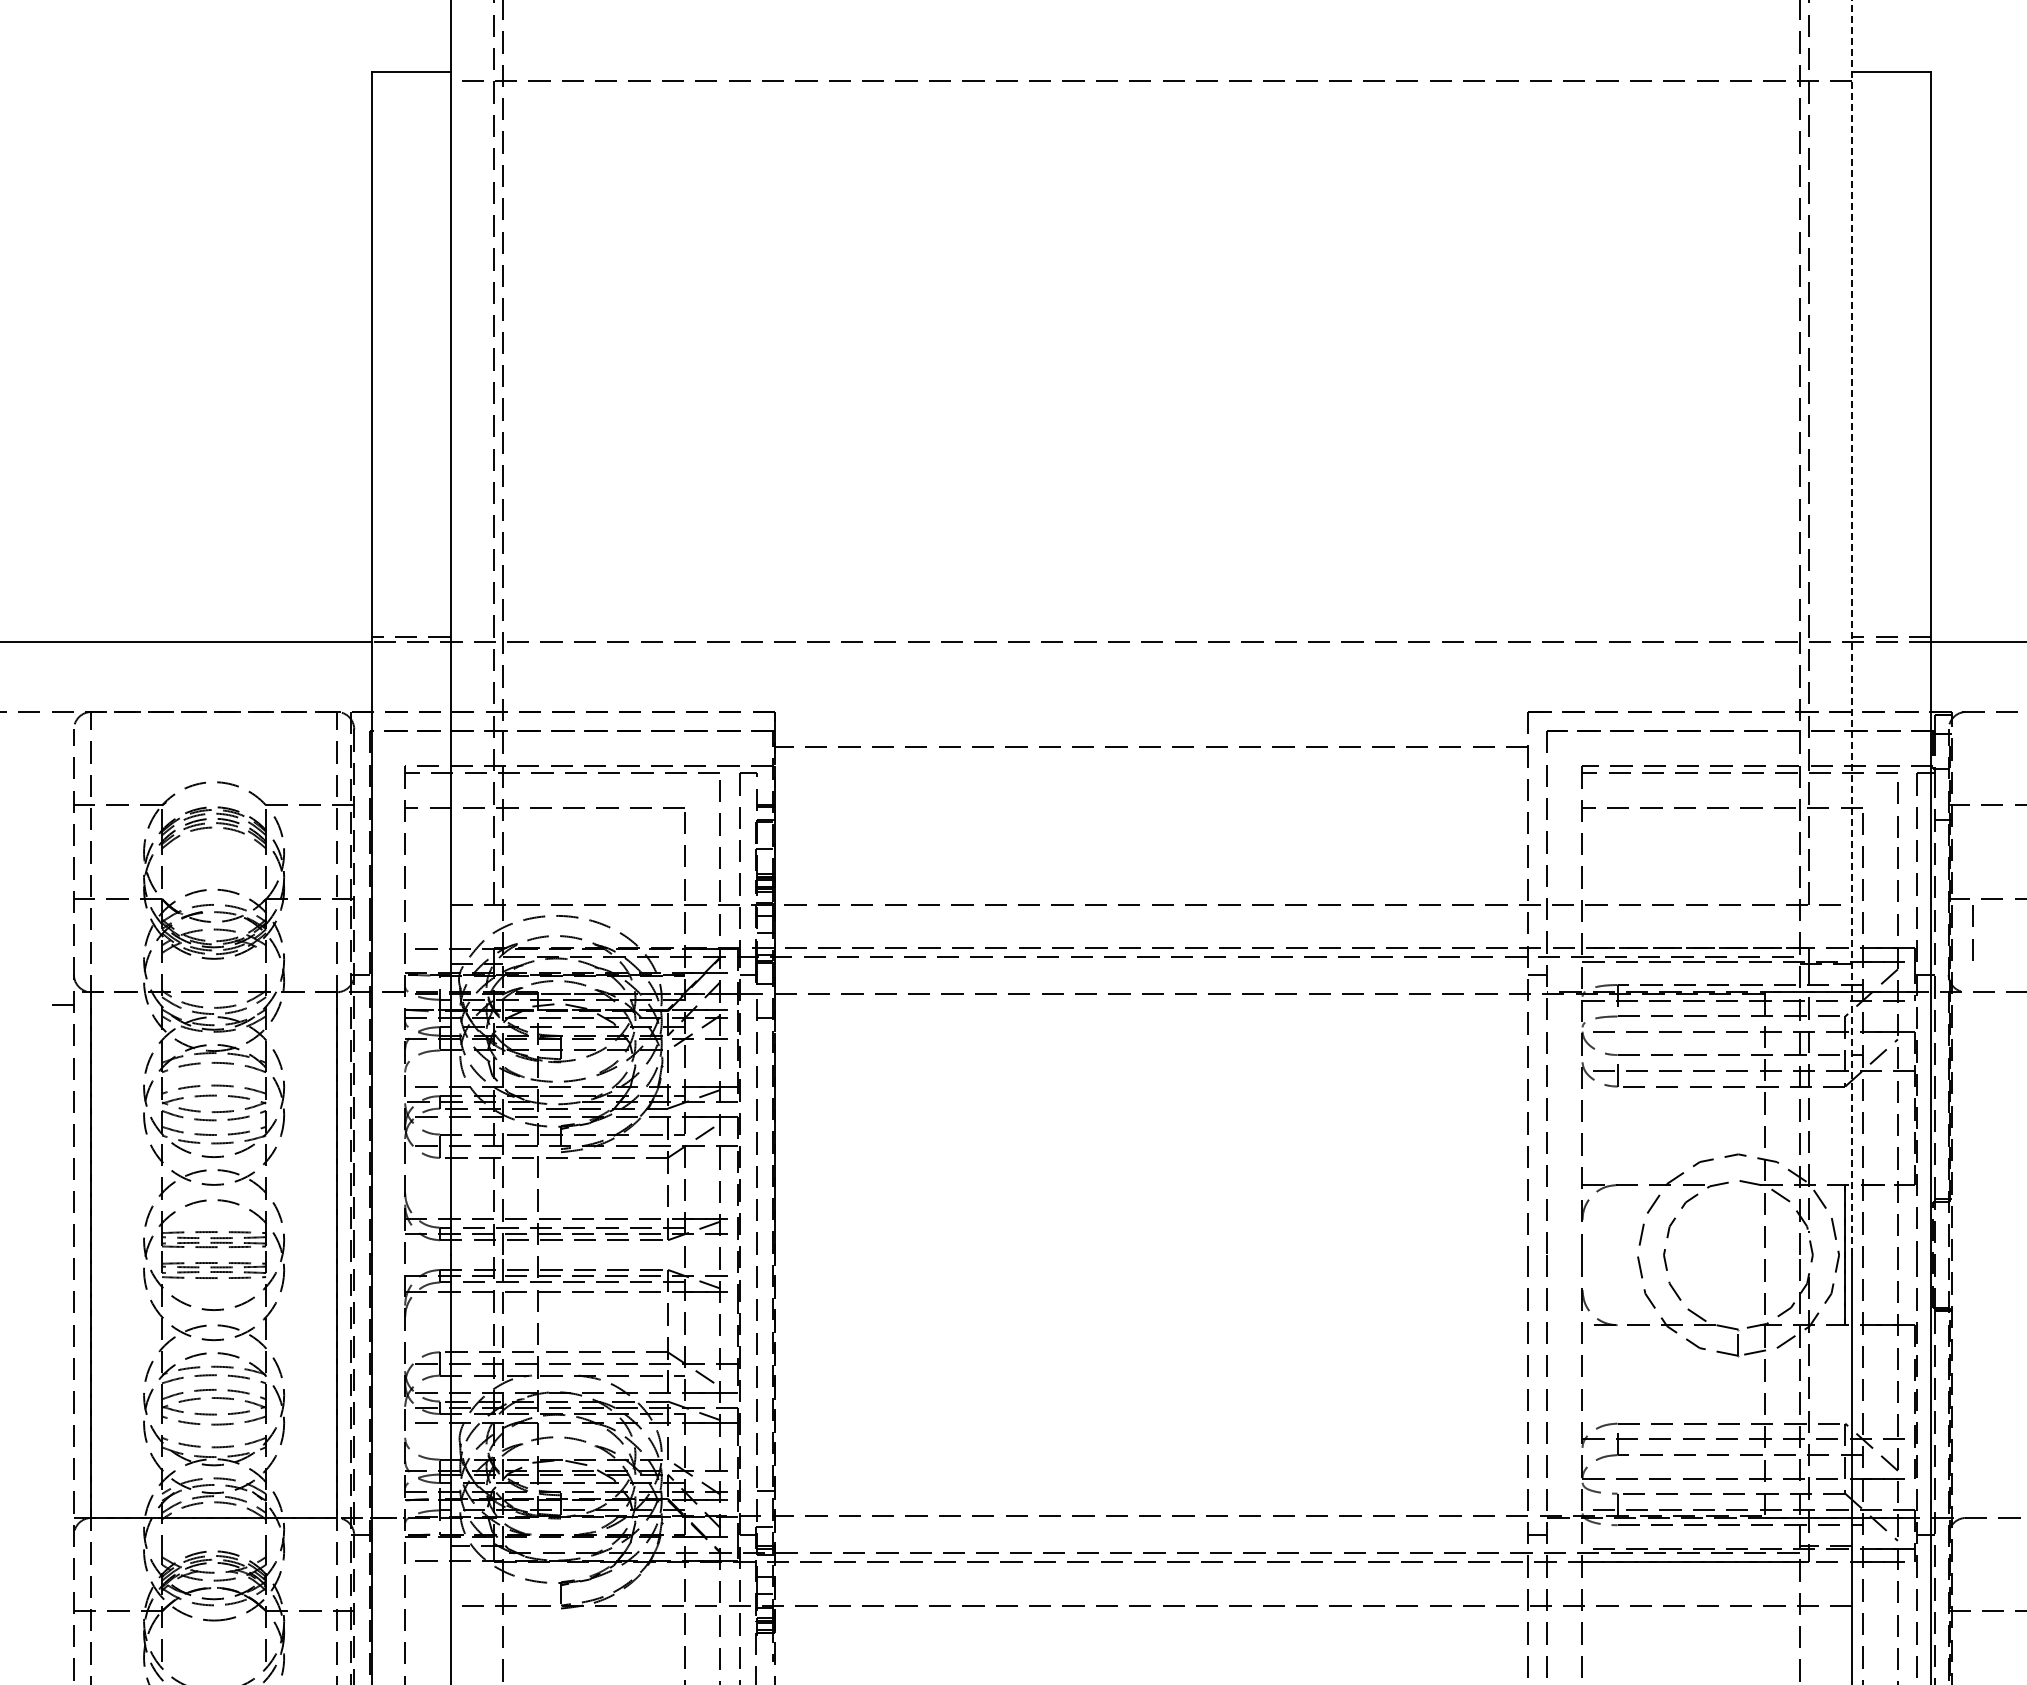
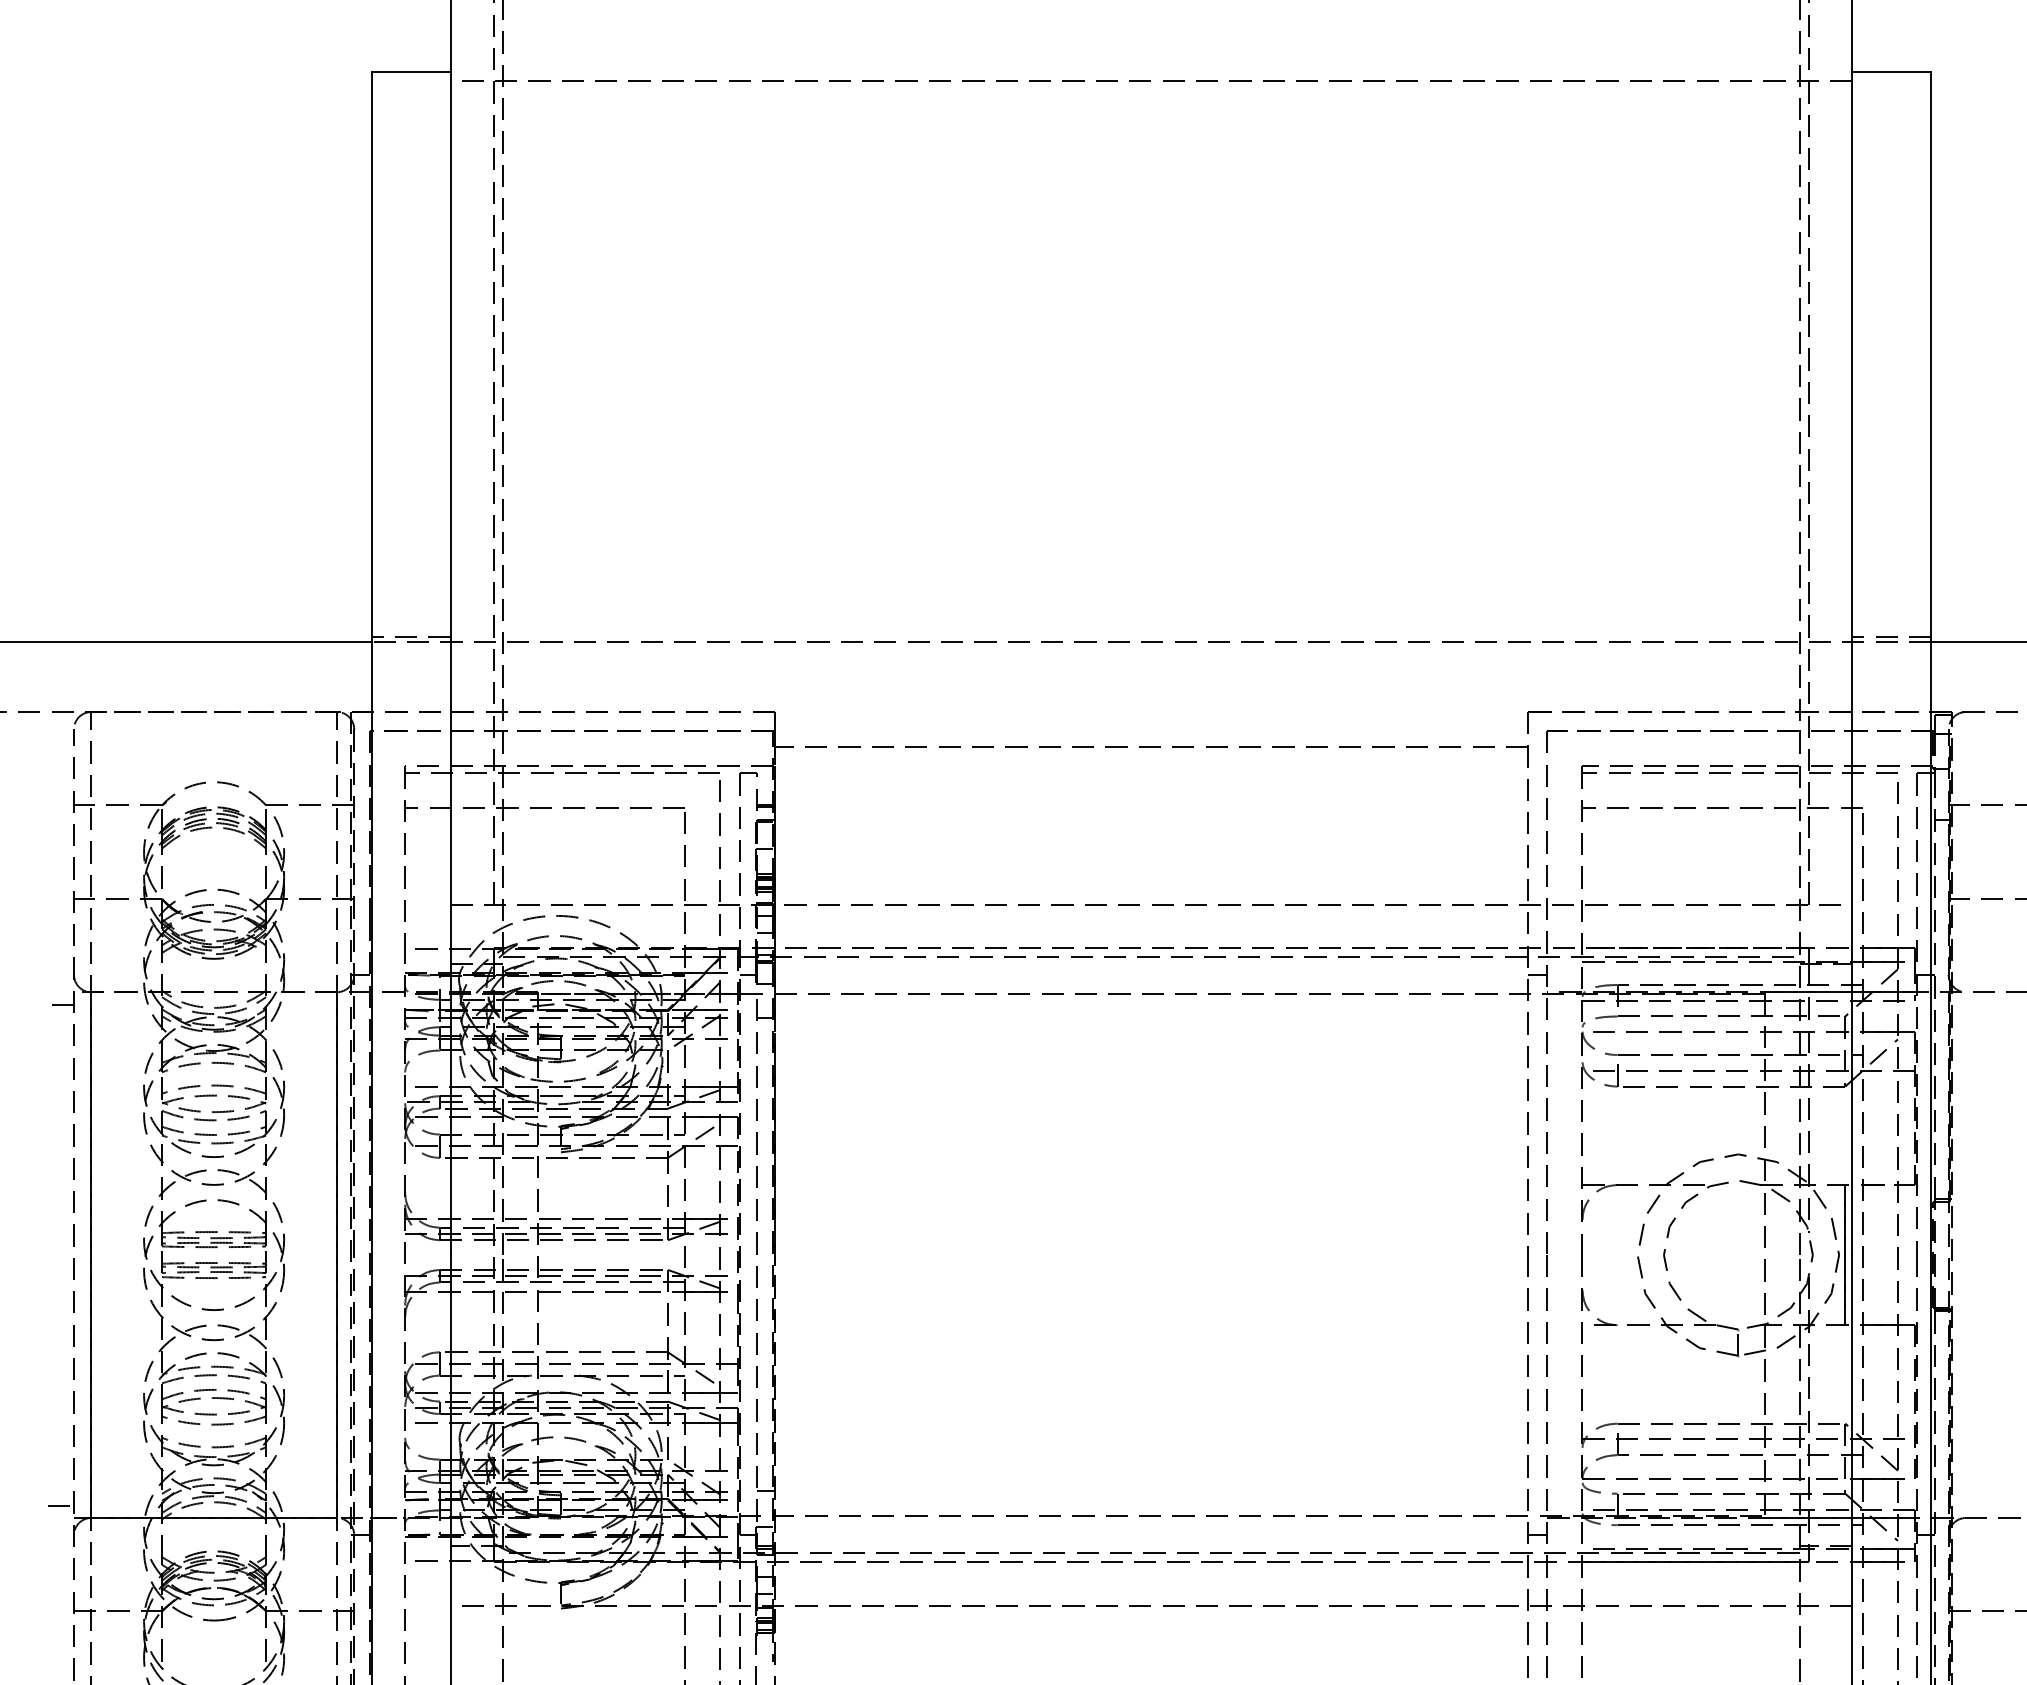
line at (1852, 627): dashed -> solid
line at (1972, 926): present -> none
line at (60, 1505): none -> present
